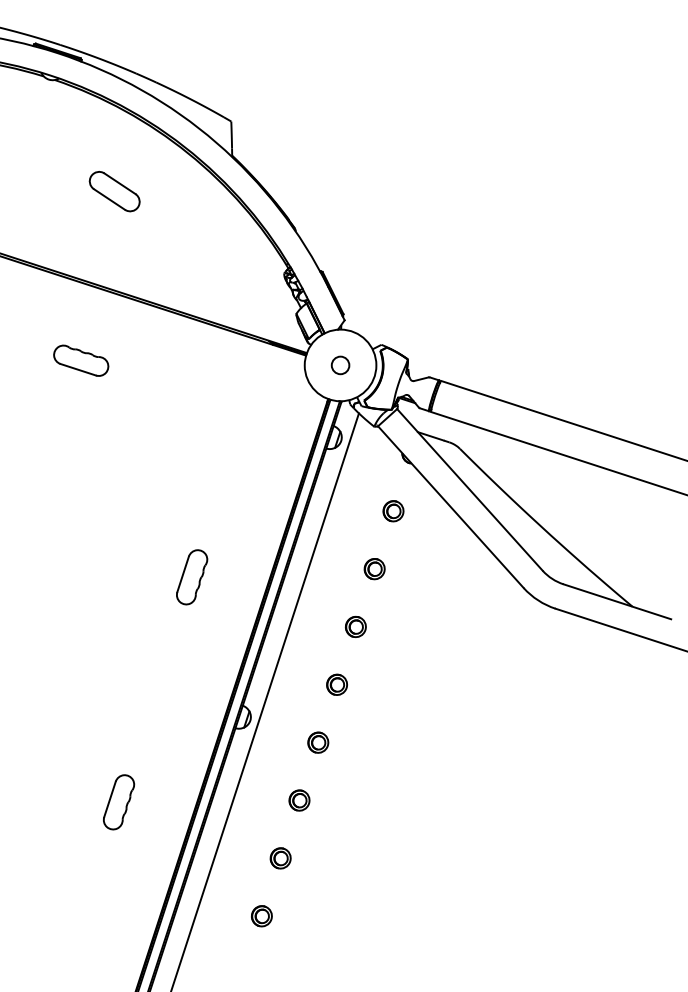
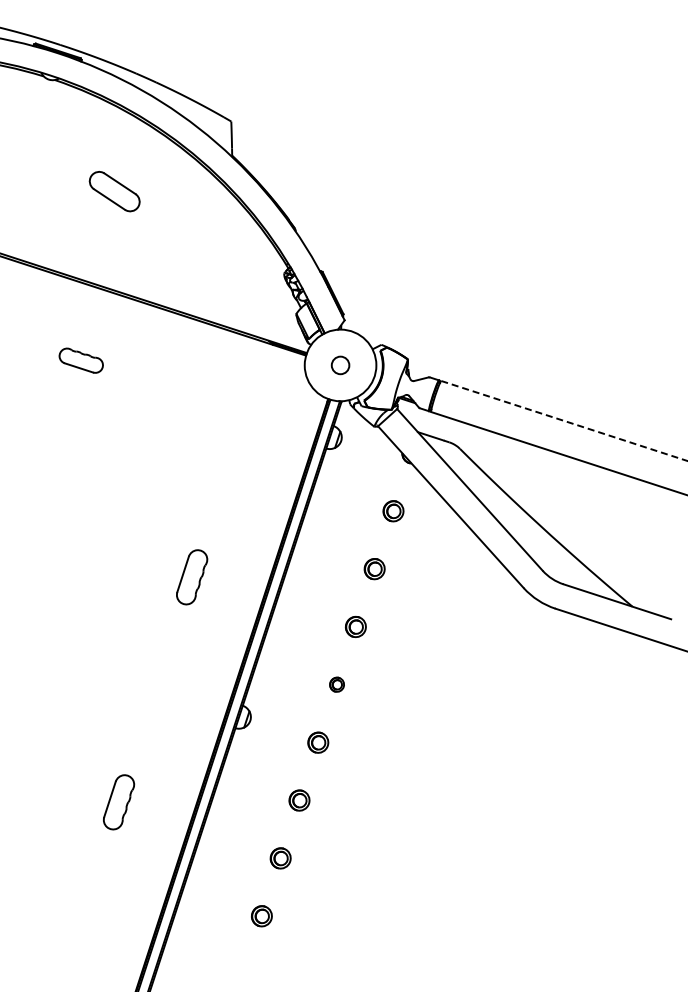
part at (81, 360) size: 57x33 px -> 46x27 px
line at (564, 421): solid -> dashed
part at (336, 684) size: 22x23 px -> 16x17 px
line at (265, 700): present -> none
